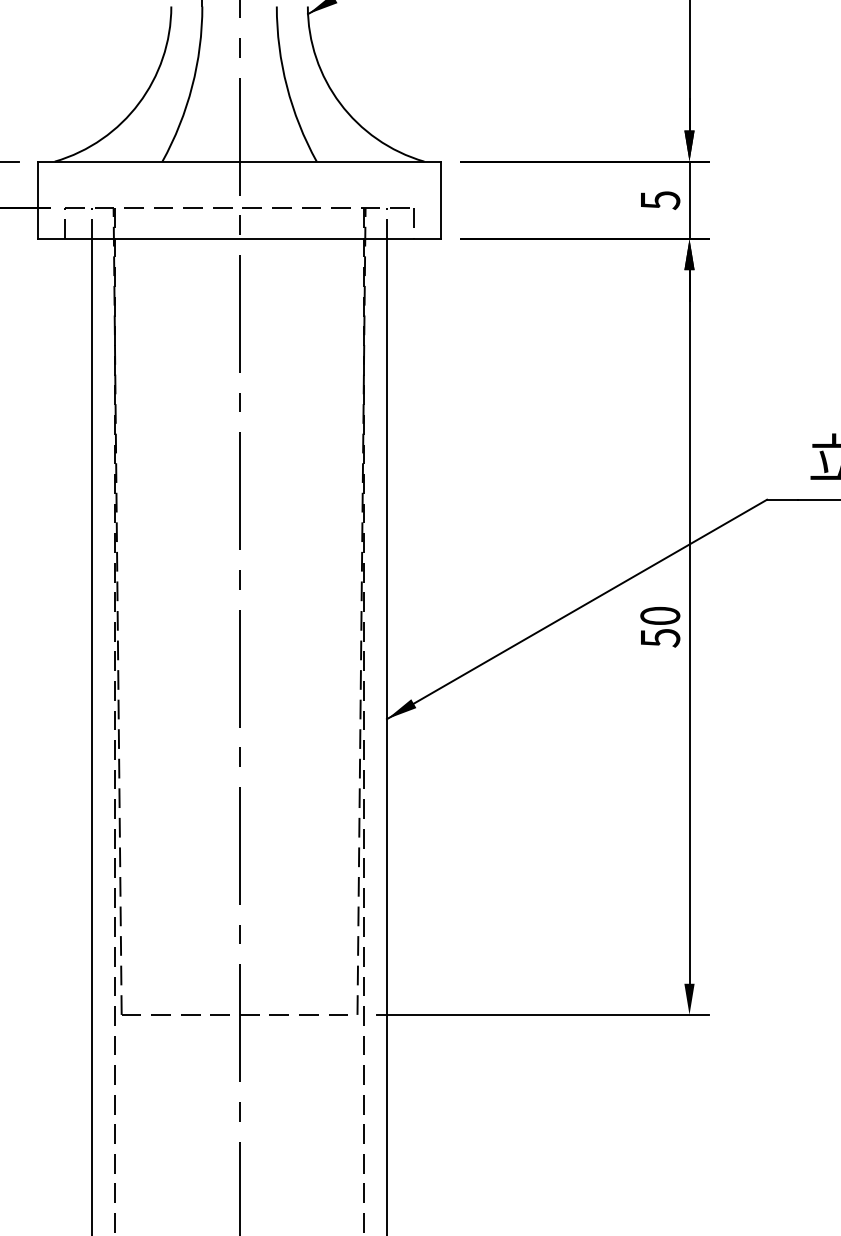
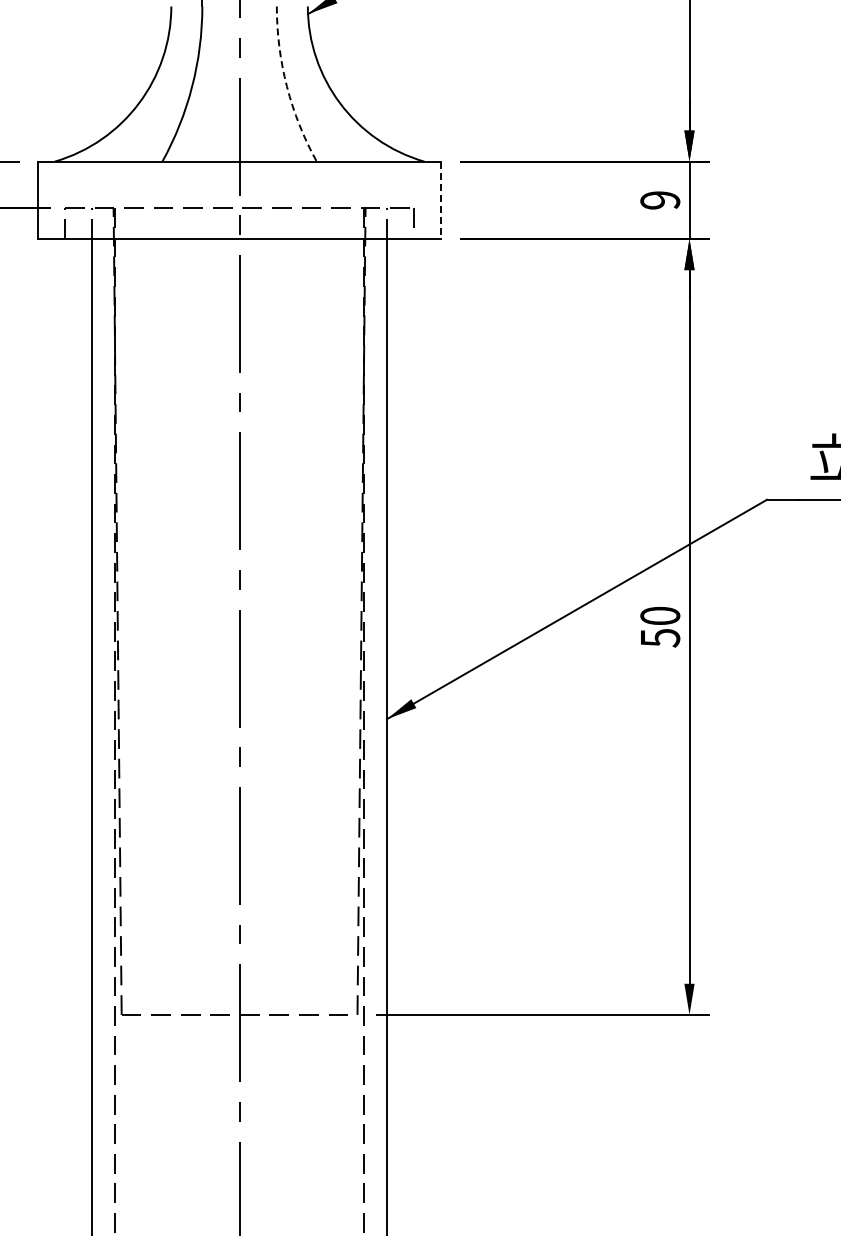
arc at (286, 86): solid -> dashed
line at (441, 200): solid -> dashed
text at (660, 200): 5 -> 9
